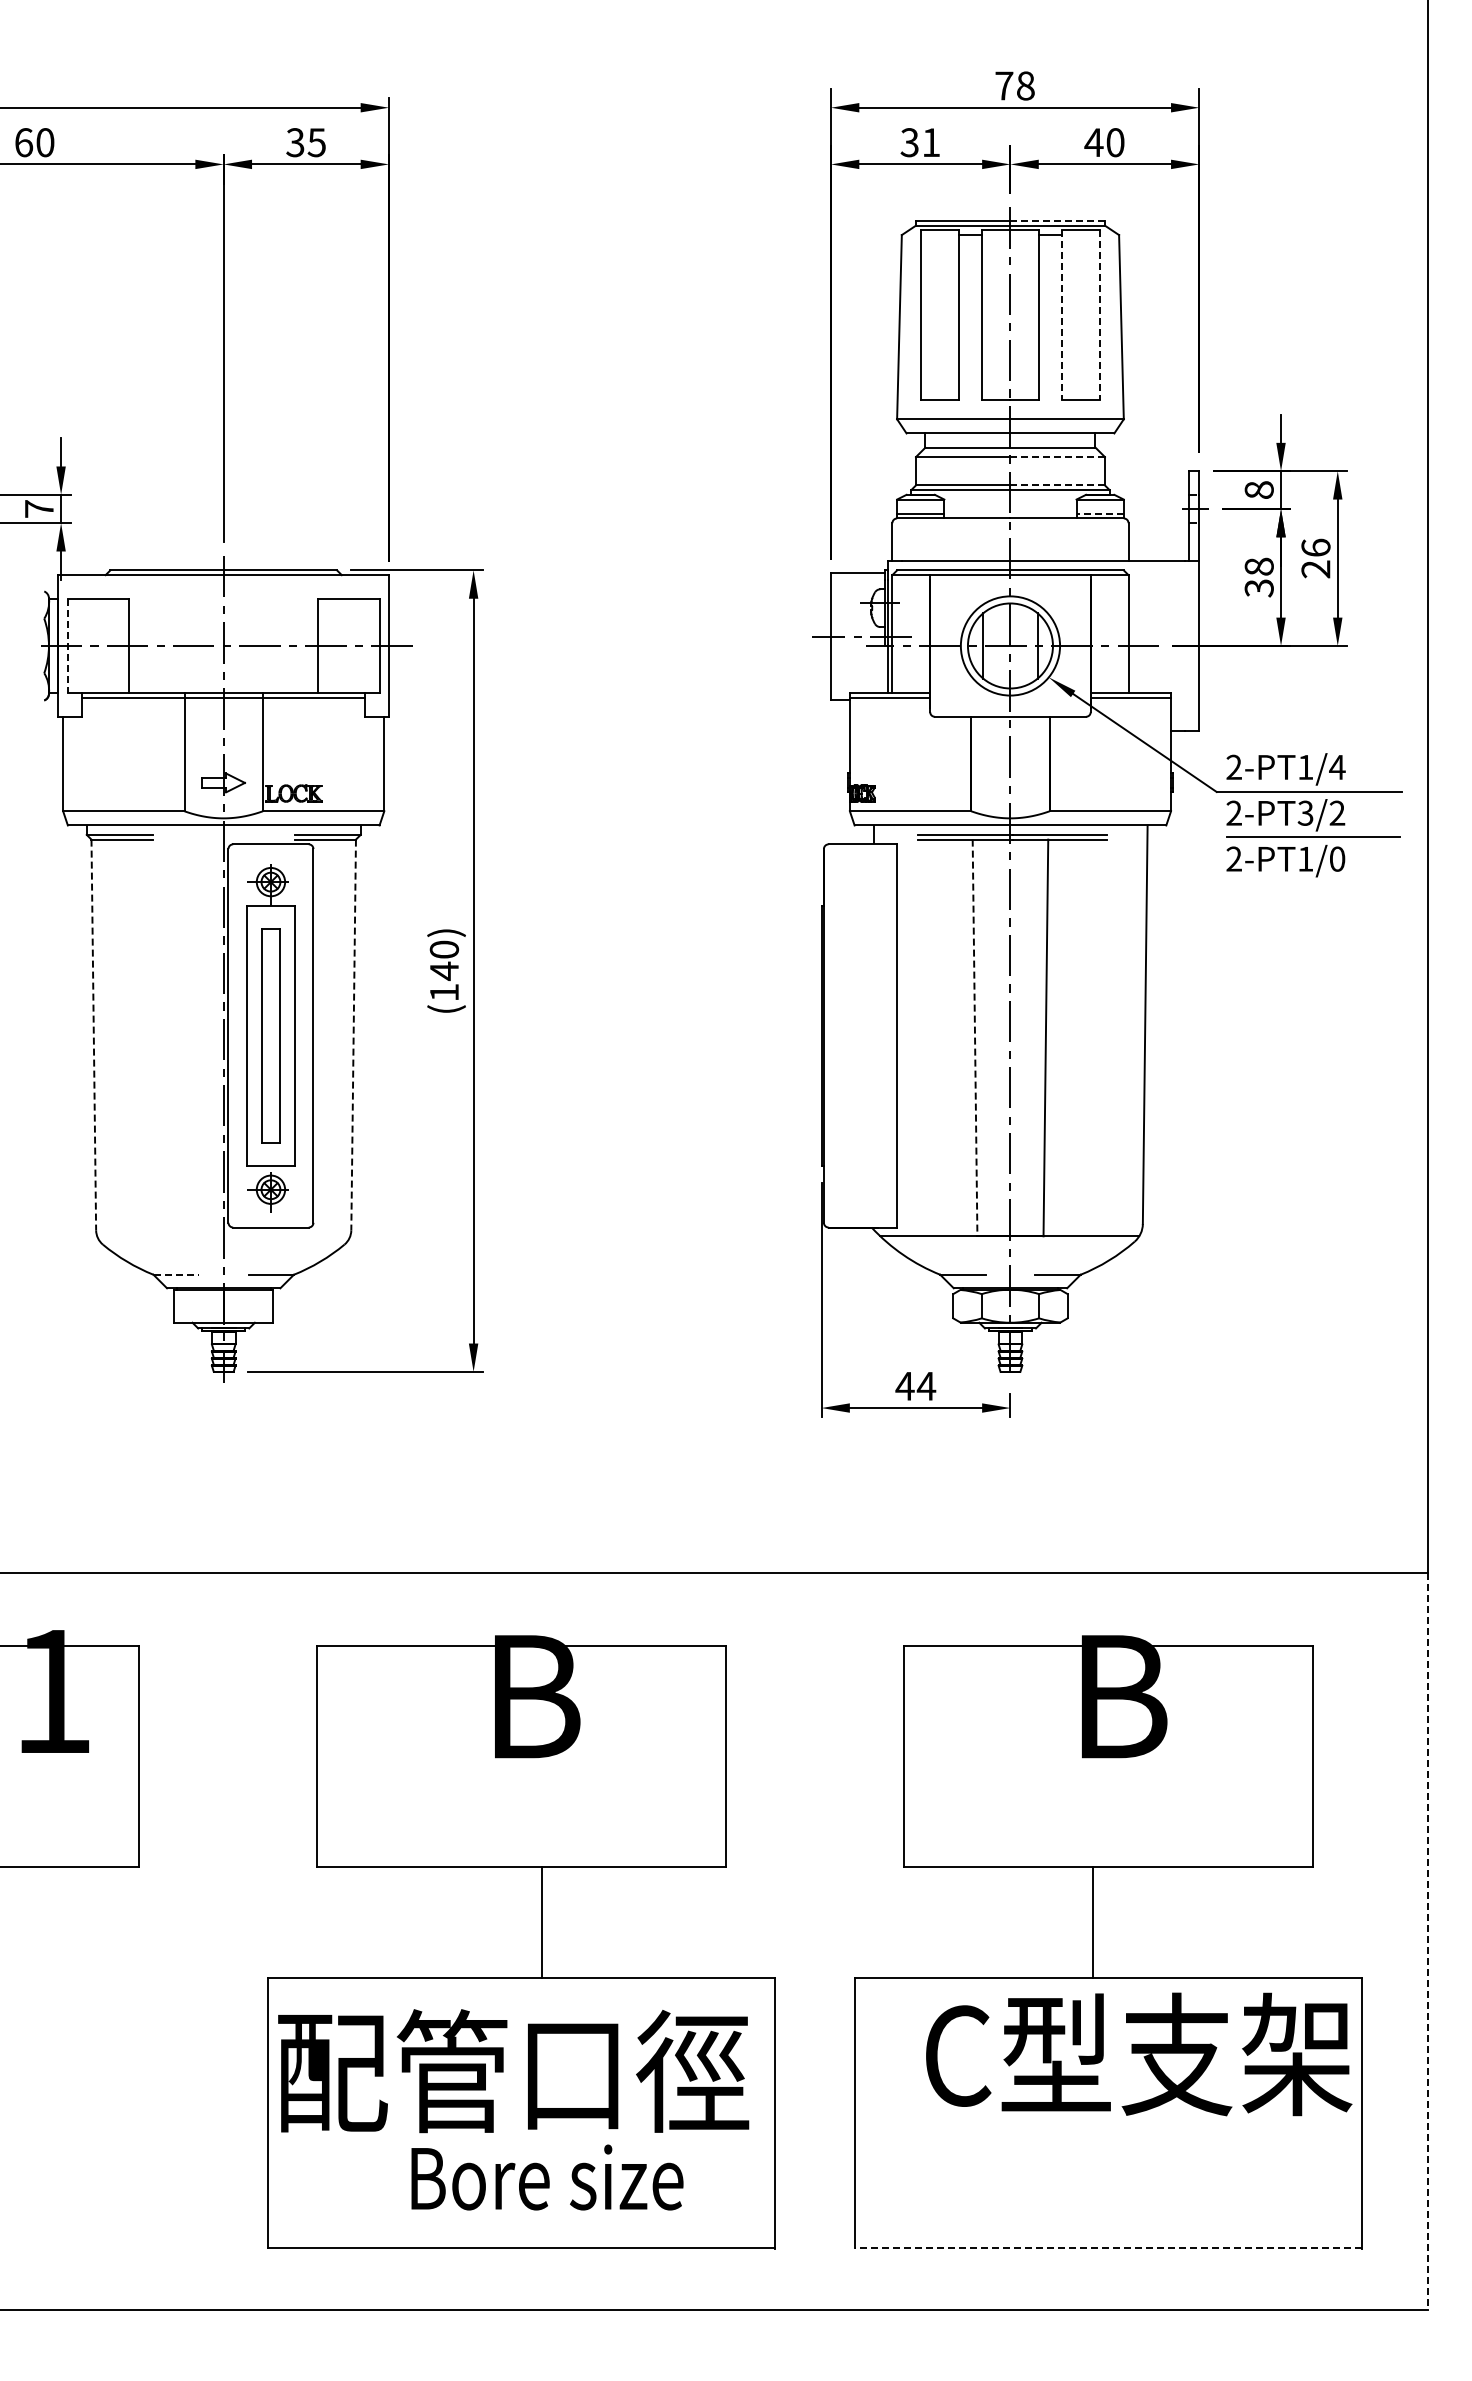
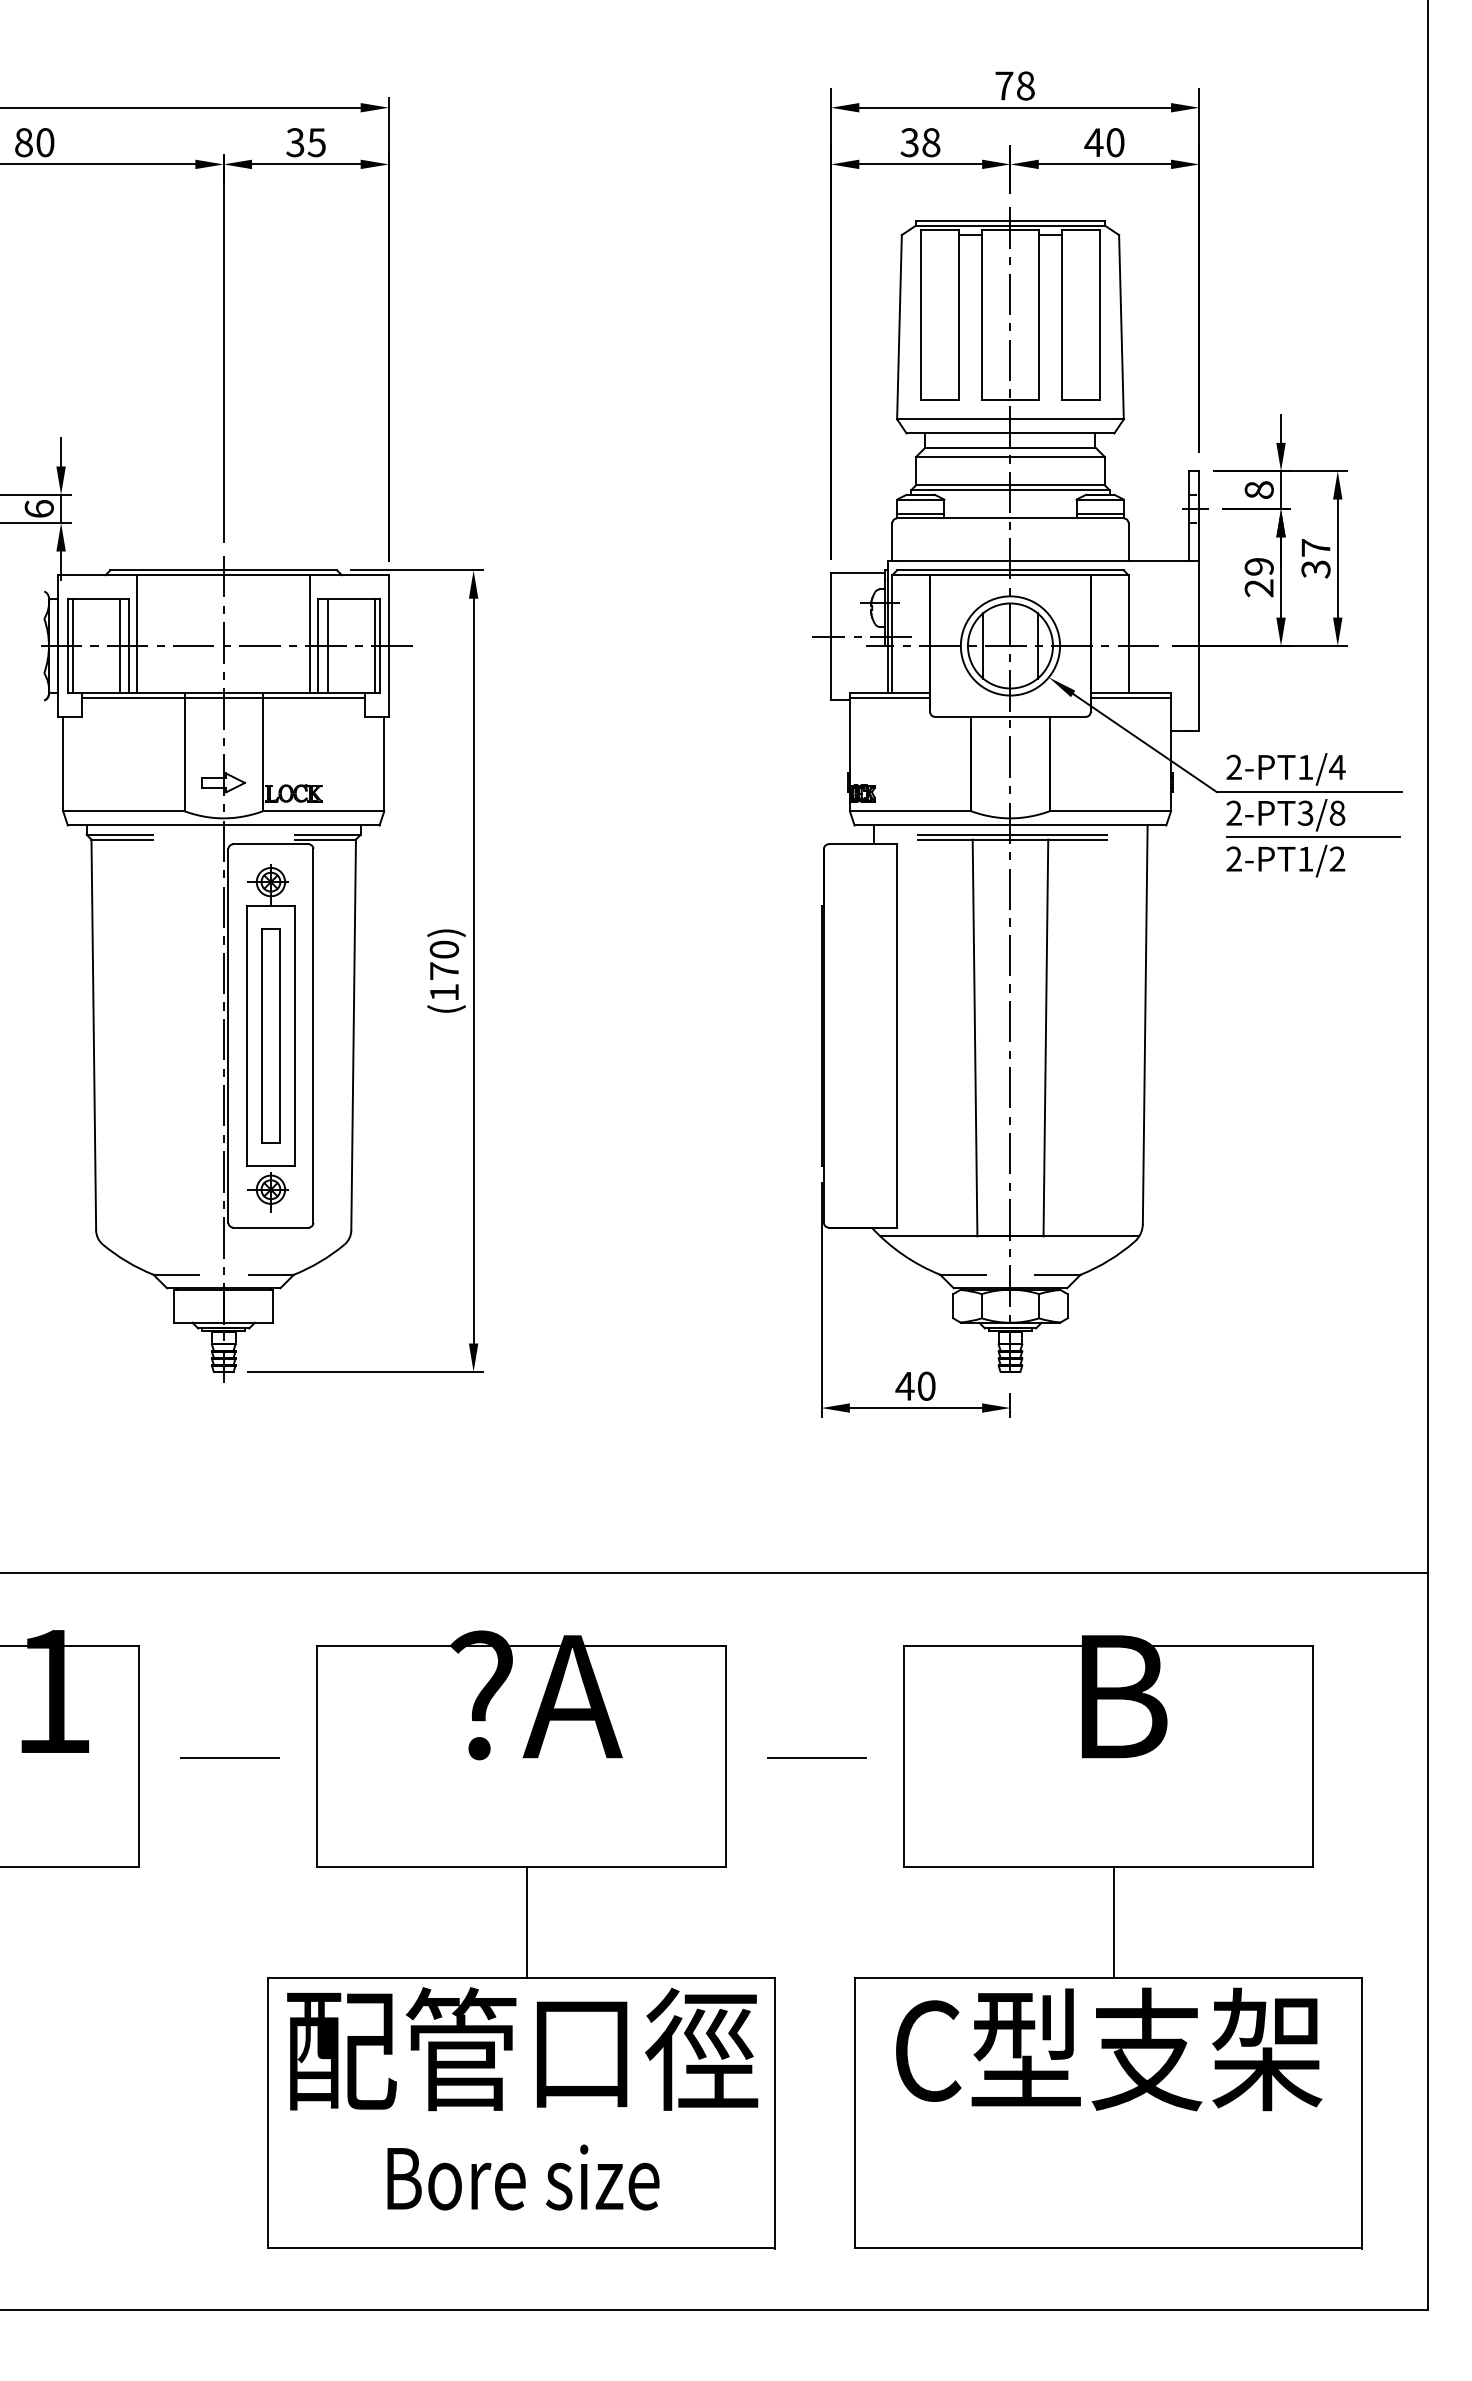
text at (24, 142): 60 -> 80
text at (931, 142): 31 -> 38
line at (1057, 220): dashed -> solid
line at (1062, 315): dashed -> solid
line at (1100, 315): dashed -> solid
line at (1057, 457): dashed -> solid
line at (1057, 485): dashed -> solid
text at (38, 508): 7 -> 6
line at (1100, 513): dashed -> solid
text at (1315, 558): 26 -> 37
text at (1258, 577): 38 -> 29
line at (137, 634): none -> present
line at (310, 634): none -> present
line at (72, 645): none -> present
line at (119, 645): none -> present
line at (327, 645): none -> present
line at (374, 645): none -> present
line at (67, 646): dashed -> solid
text at (1337, 812): 2-PT3/2 -> 2-PT3/8
text at (1337, 858): 2-PT1/0 -> 2-PT1/2
text at (444, 970): (140) -> (170)
line at (93, 1035): dashed -> solid
line at (353, 1035): dashed -> solid
line at (975, 1038): dashed -> solid
line at (176, 1274): dashed -> solid
text at (926, 1385): 44 -> 40
text at (536, 1695): B -> ?A
line at (229, 1757): none -> present
line at (816, 1757): none -> present
line at (541, 1922) position: (541, 1922) -> (526, 1922)
line at (1092, 1922) position: (1092, 1922) -> (1113, 1922)
line at (1427, 1941): dashed -> solid
text at (1139, 2054) position: (1139, 2054) -> (1109, 2049)
text at (513, 2071) position: (513, 2071) -> (522, 2049)
text at (547, 2177) position: (547, 2177) -> (523, 2177)
line at (1108, 2248): dashed -> solid
